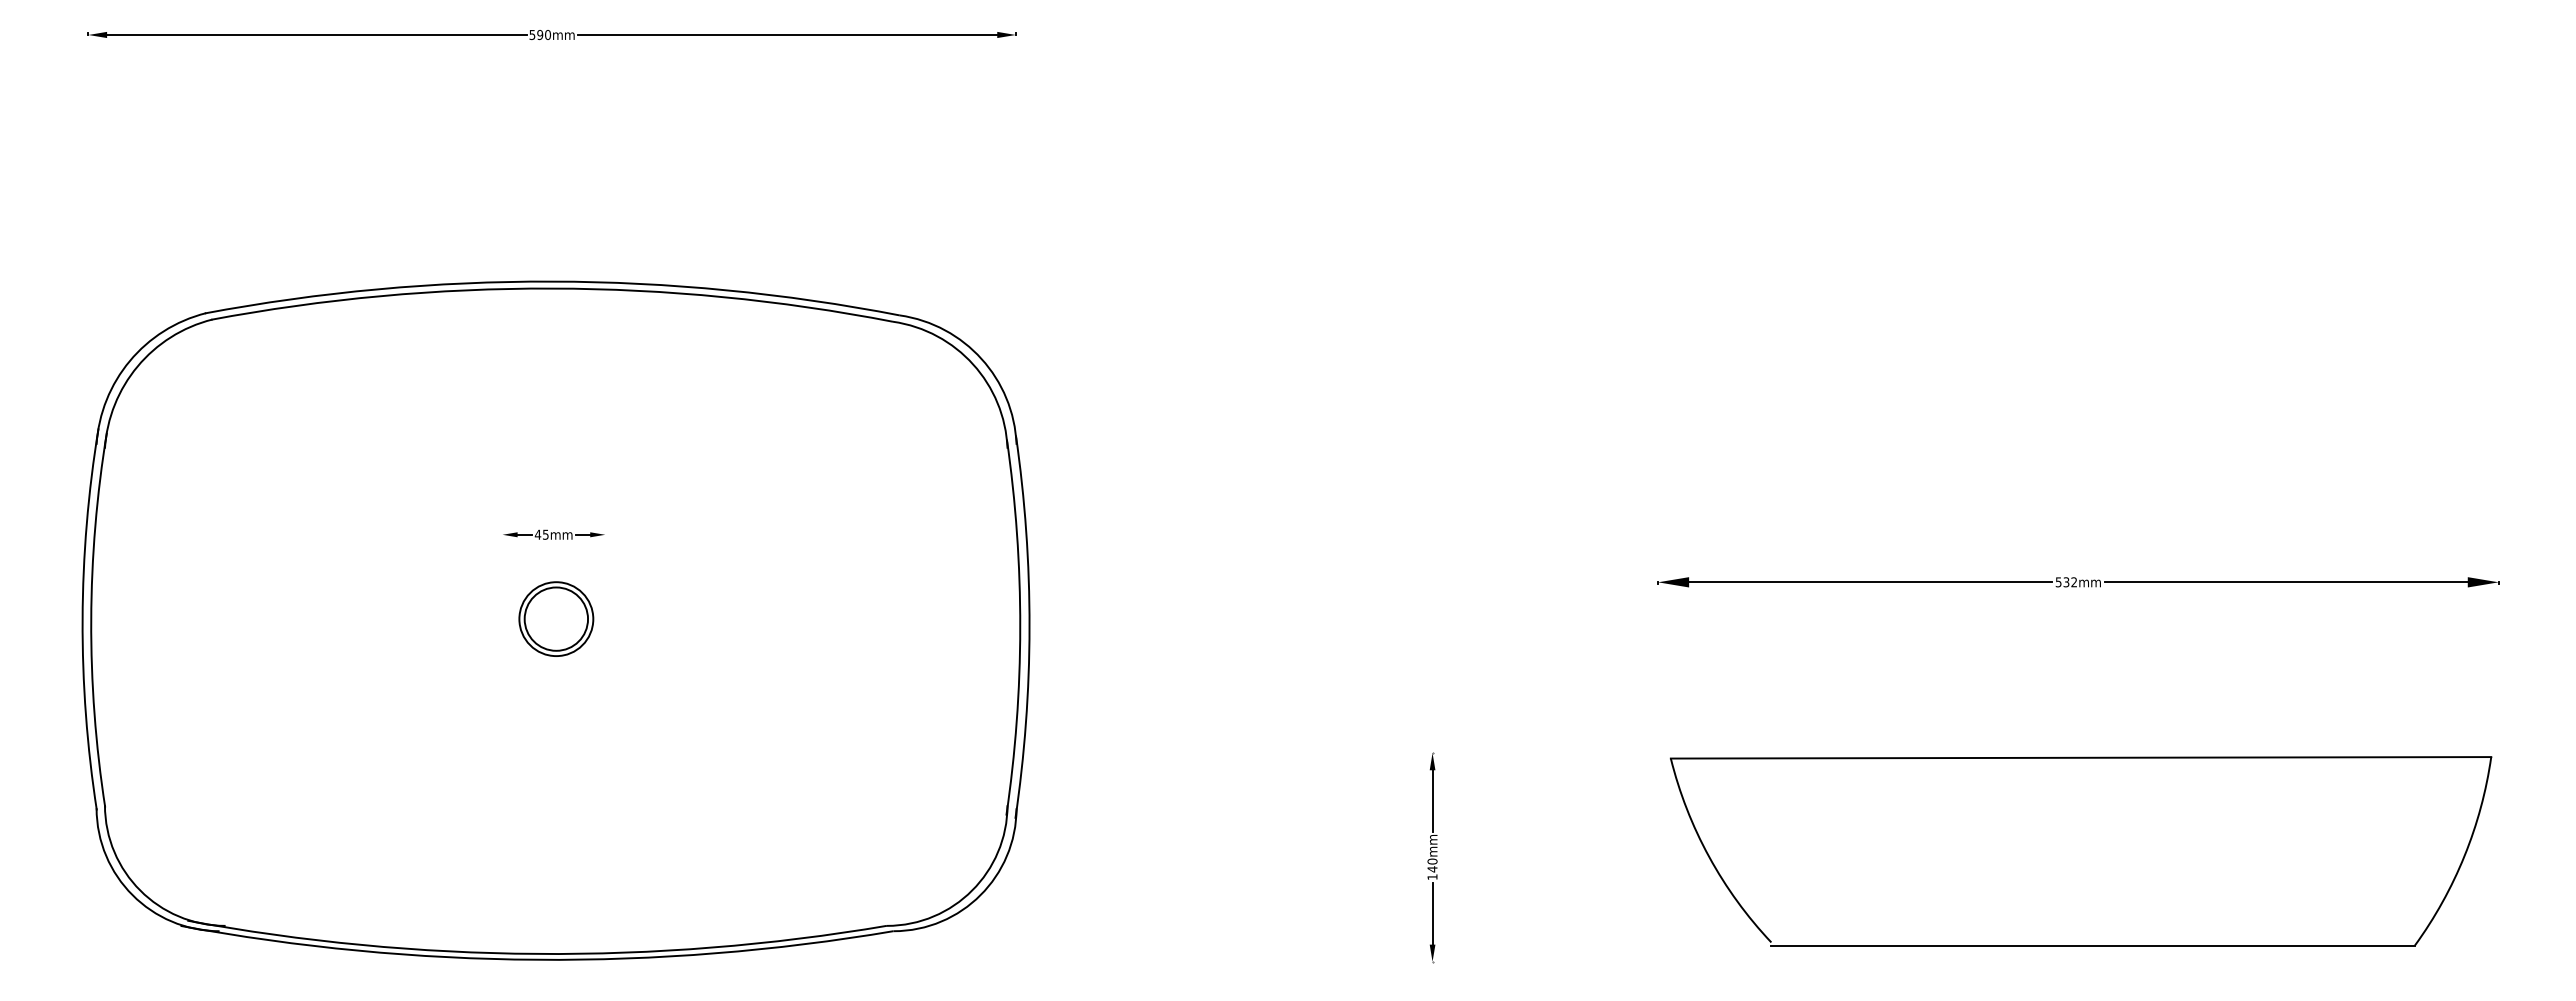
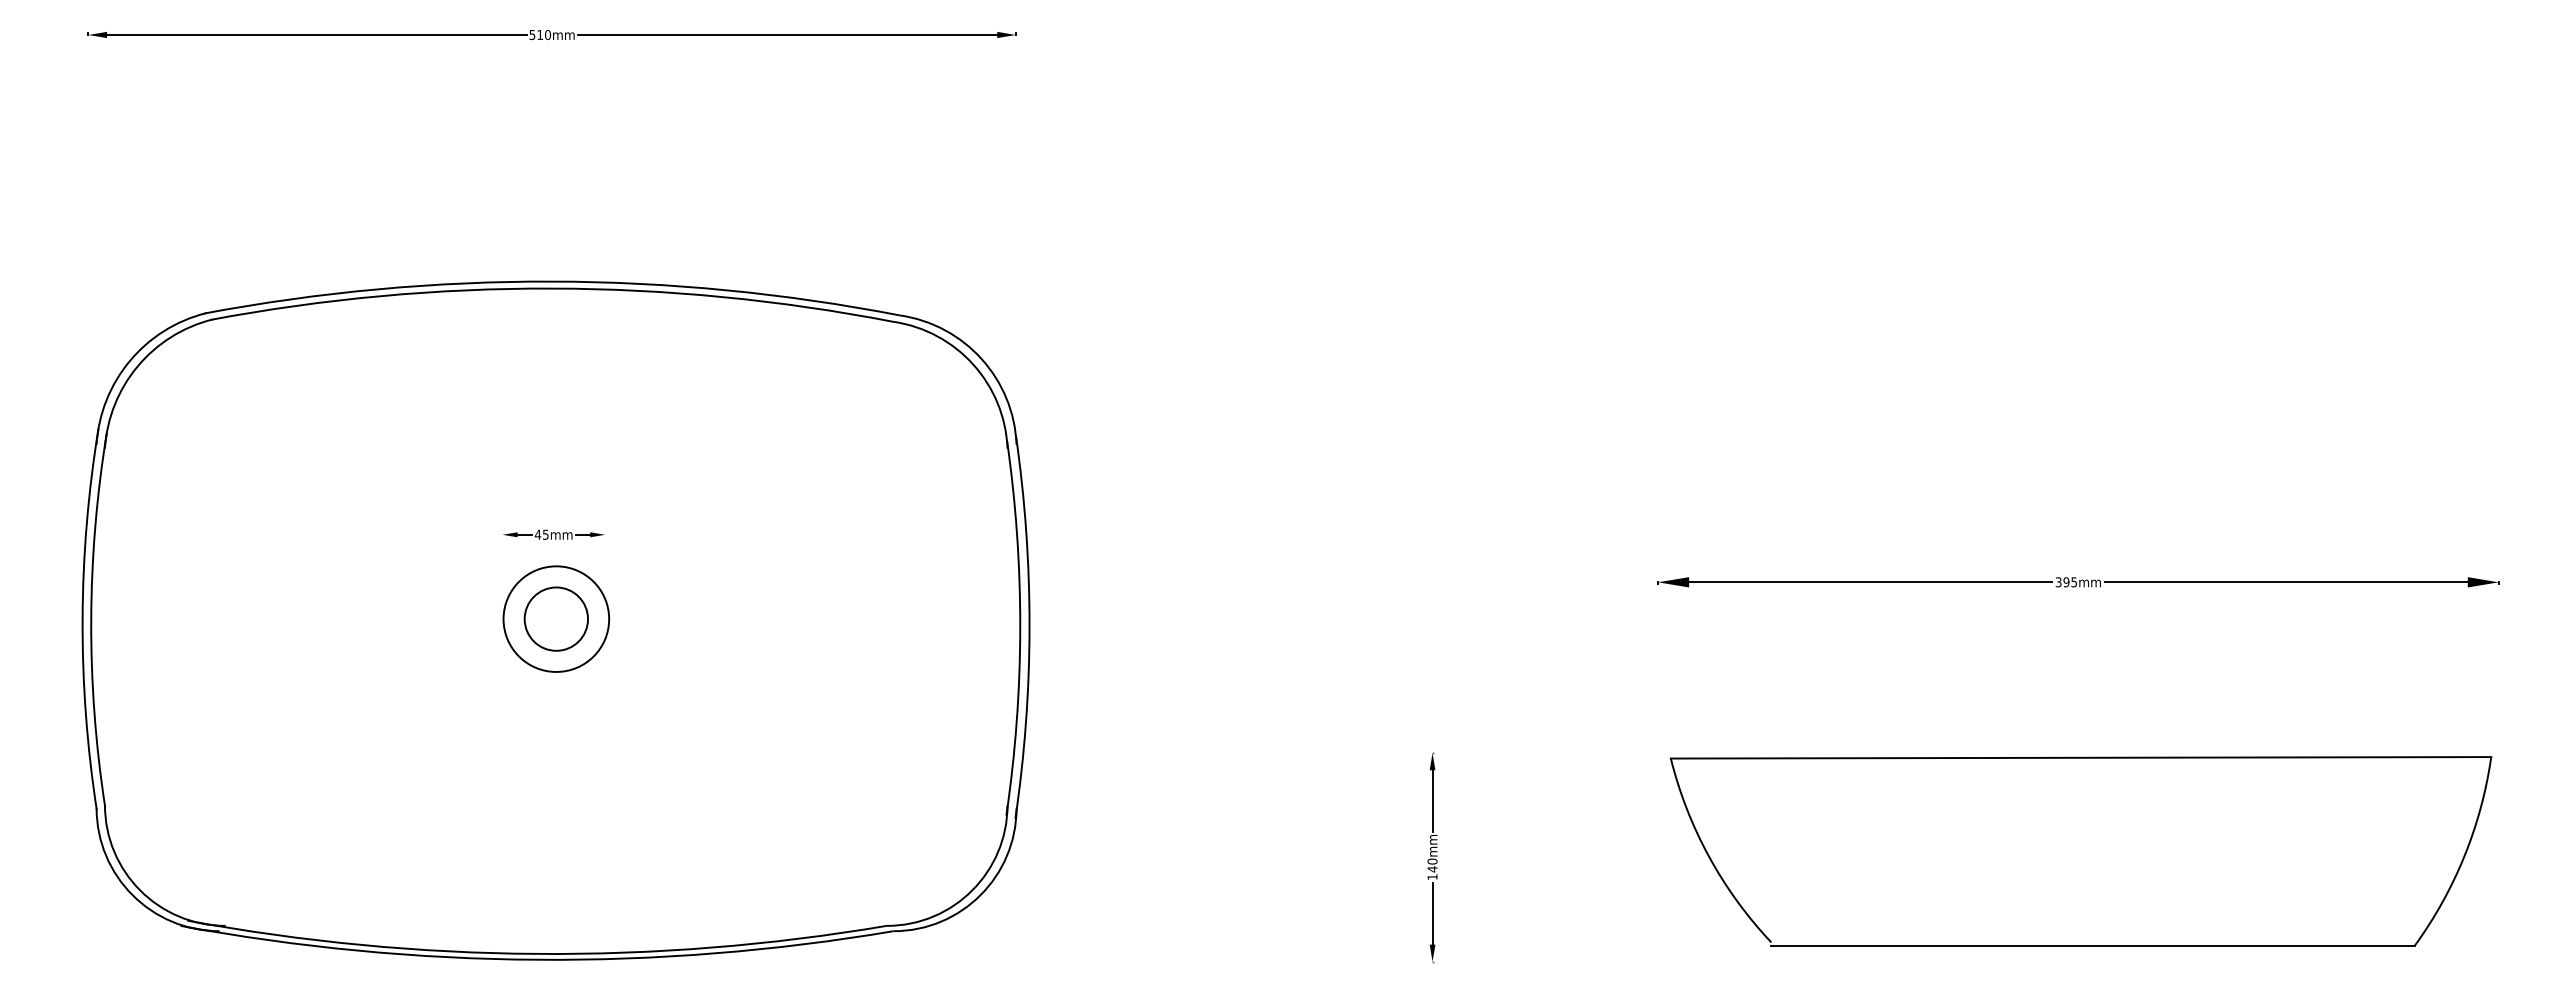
text at (540, 35): 590mm -> 510mm
text at (2066, 582): 532mm -> 395mm
circle at (556, 619) diameter: 74 px -> 106 px
